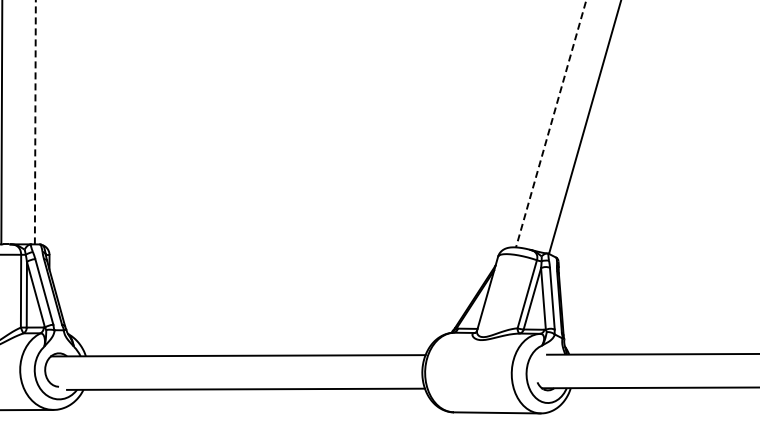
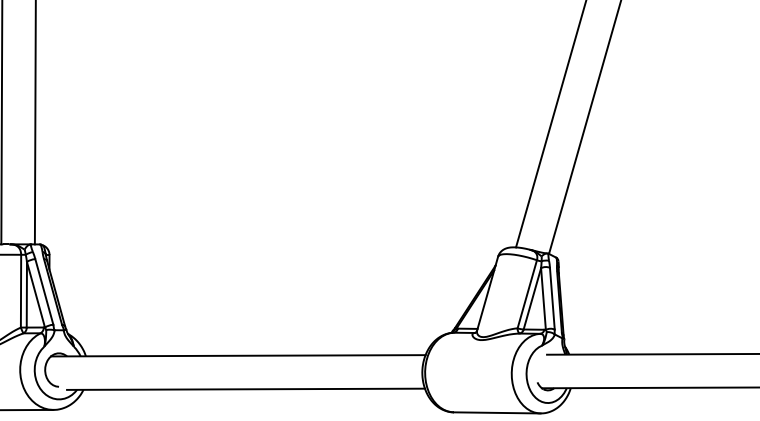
line at (35, 122): dashed -> solid
line at (551, 124): dashed -> solid
